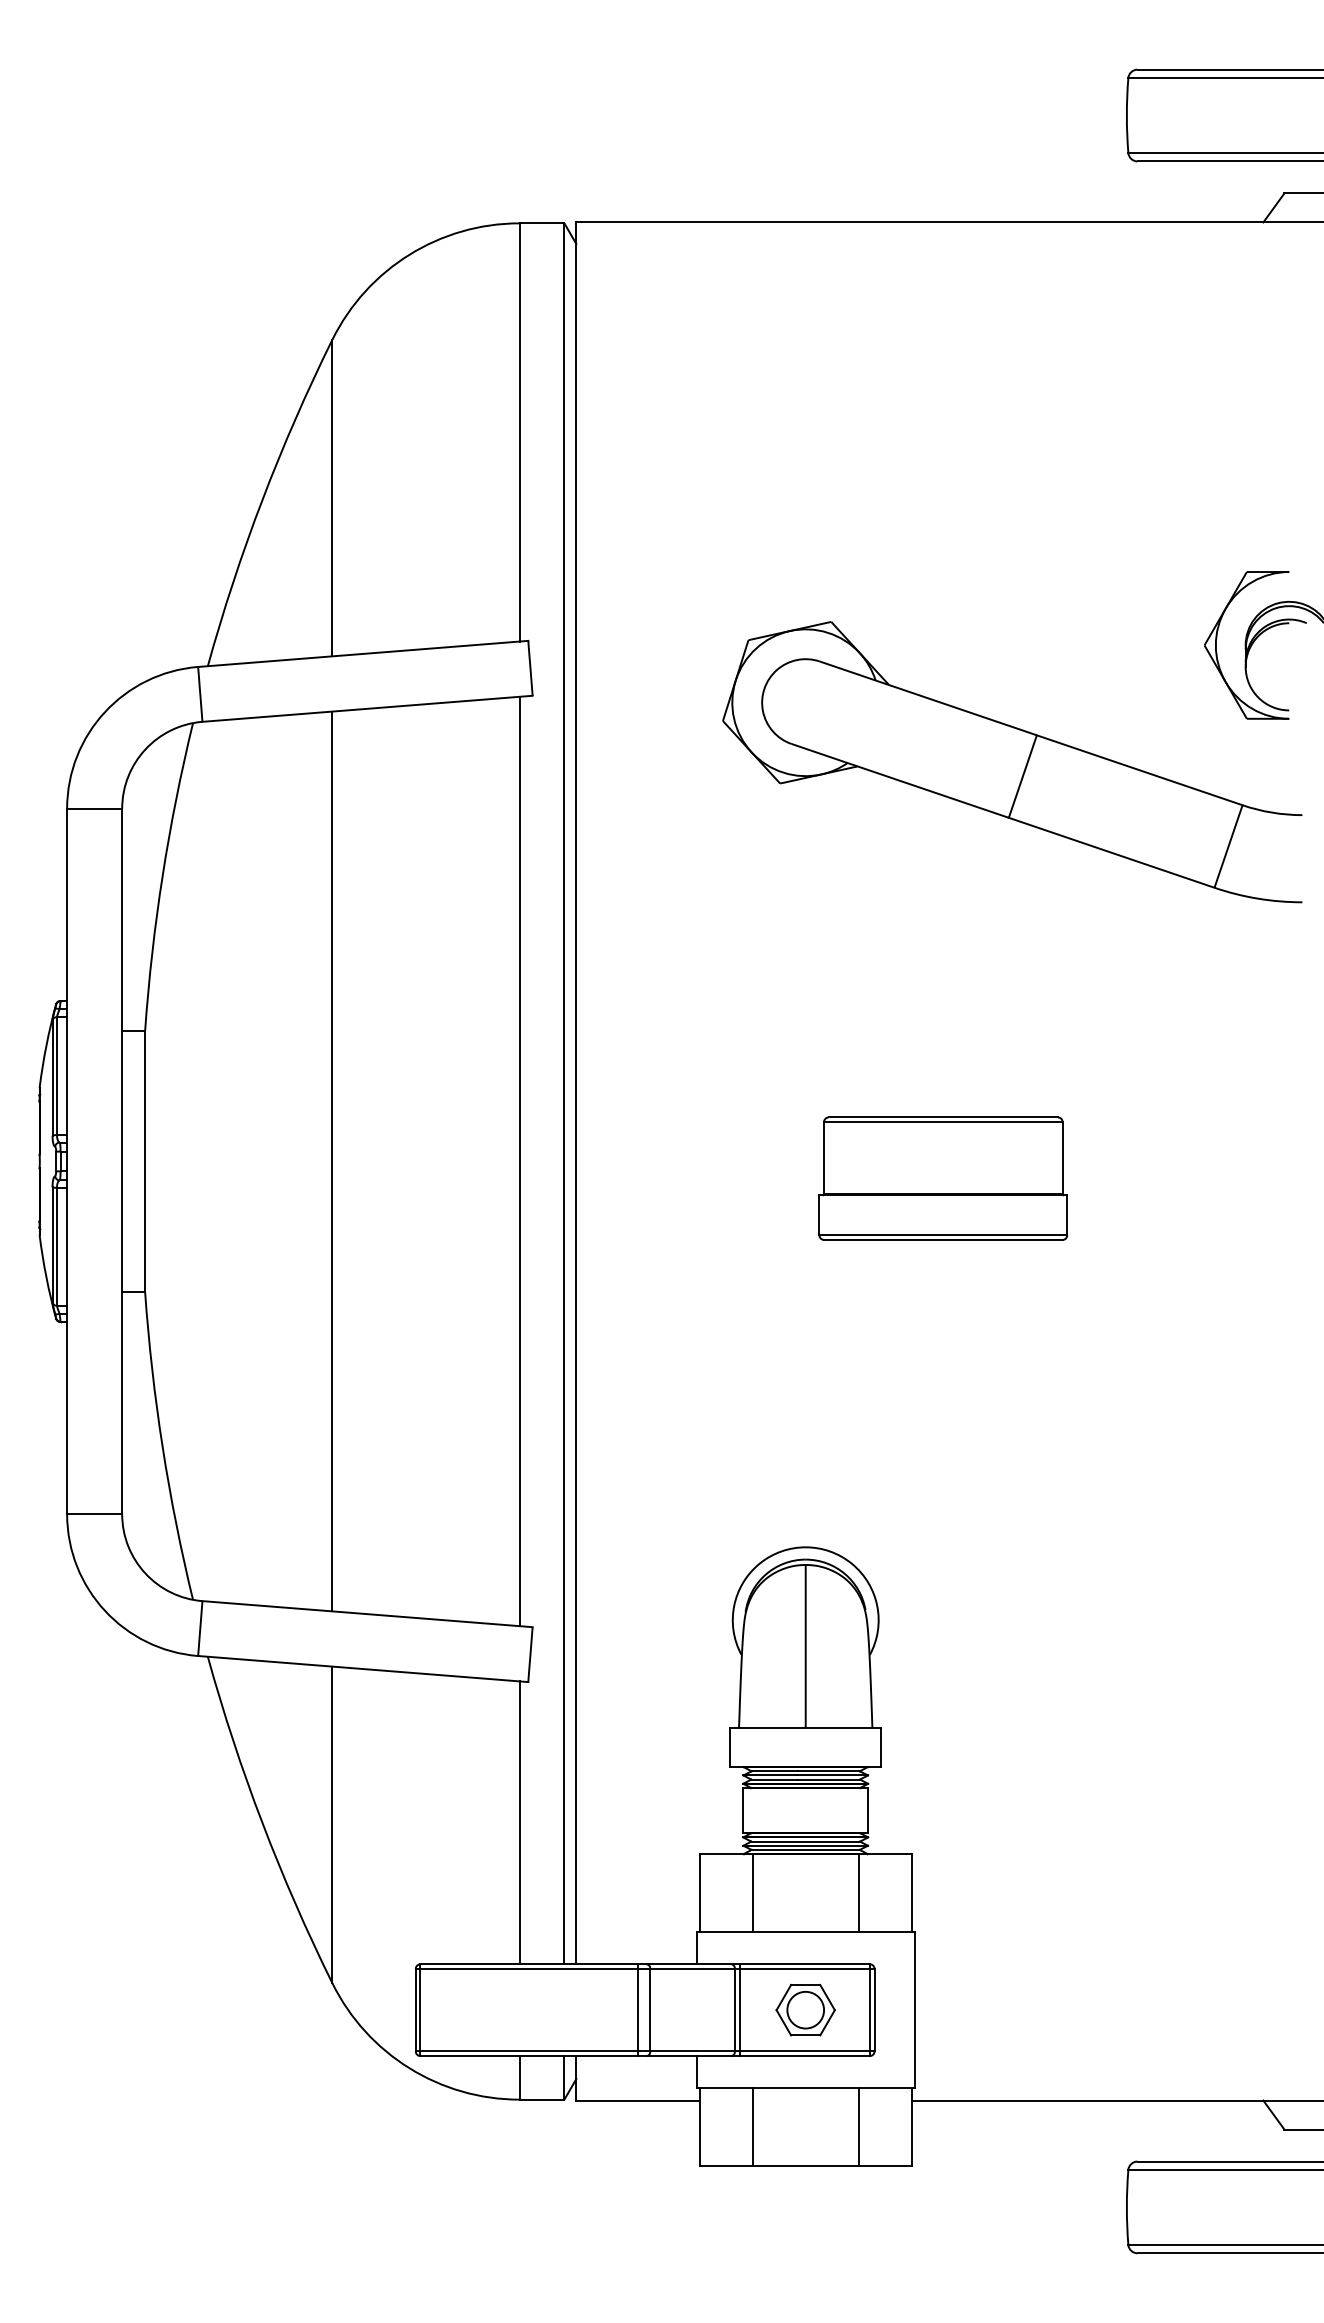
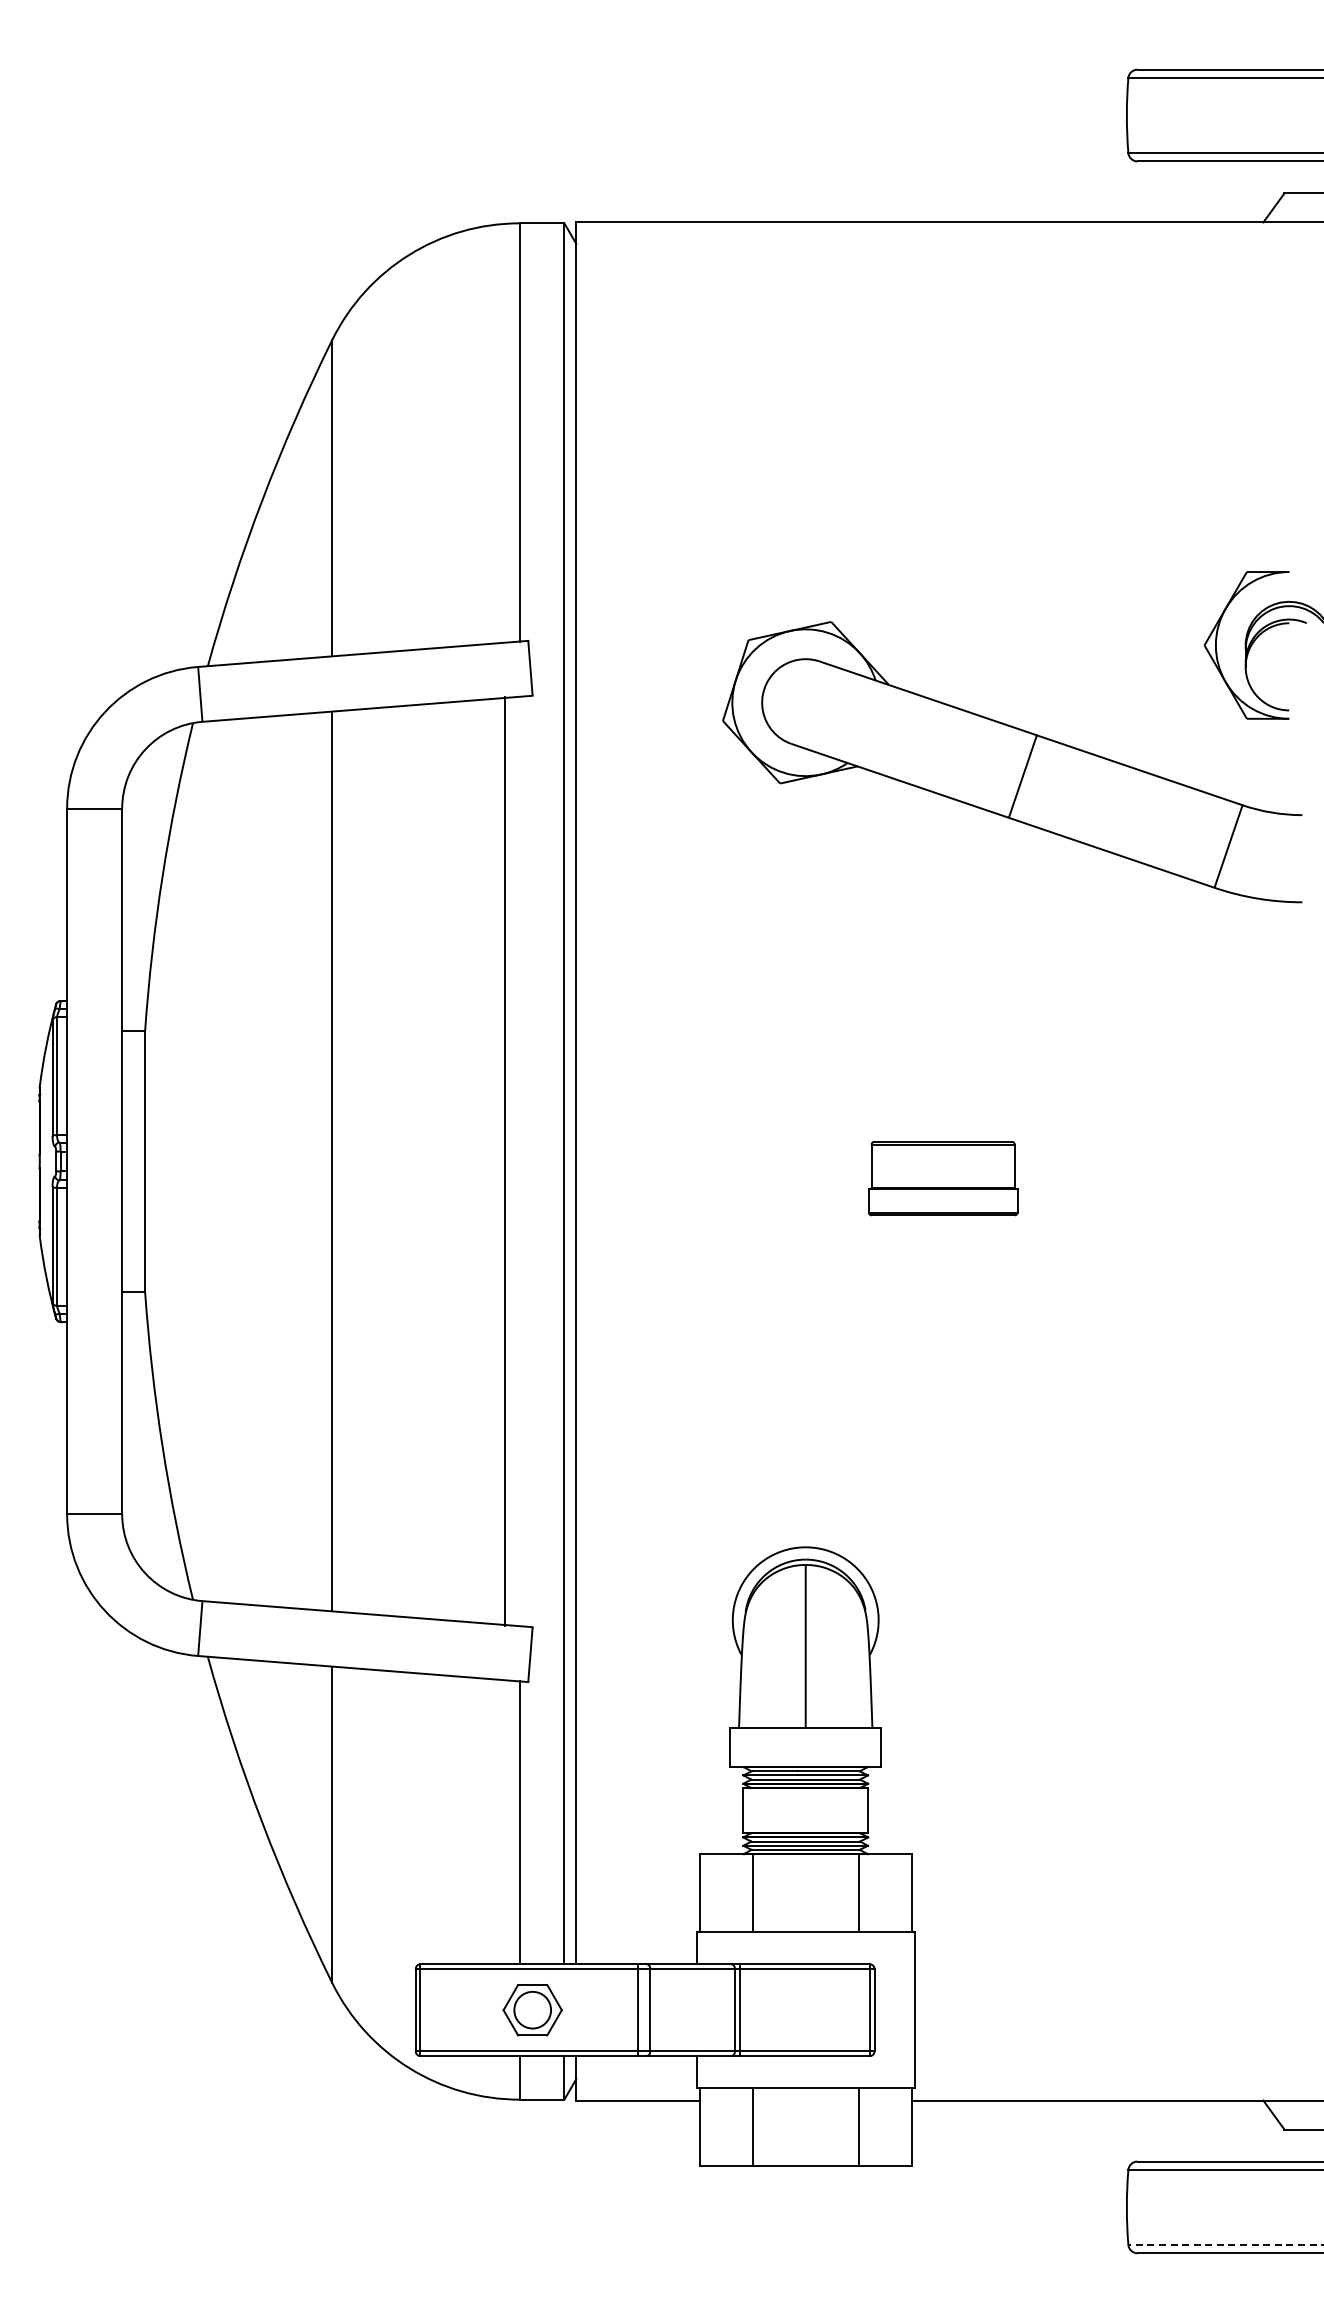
line at (519, 1161) position: (519, 1161) -> (504, 1161)
part at (942, 1178) size: 250x125 px -> 151x76 px
part at (805, 2009) position: (805, 2009) -> (532, 2009)
line at (1225, 2244): solid -> dashed
